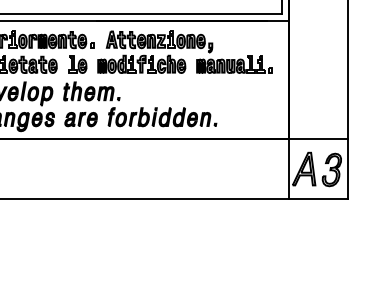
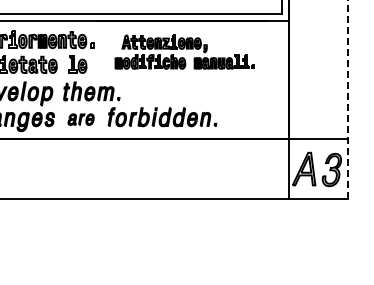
part at (184, 51) size: 176x44 px -> 141x36 px
line at (348, 99): solid -> dashed
part at (80, 119) size: 34x16 px -> 28x13 px
